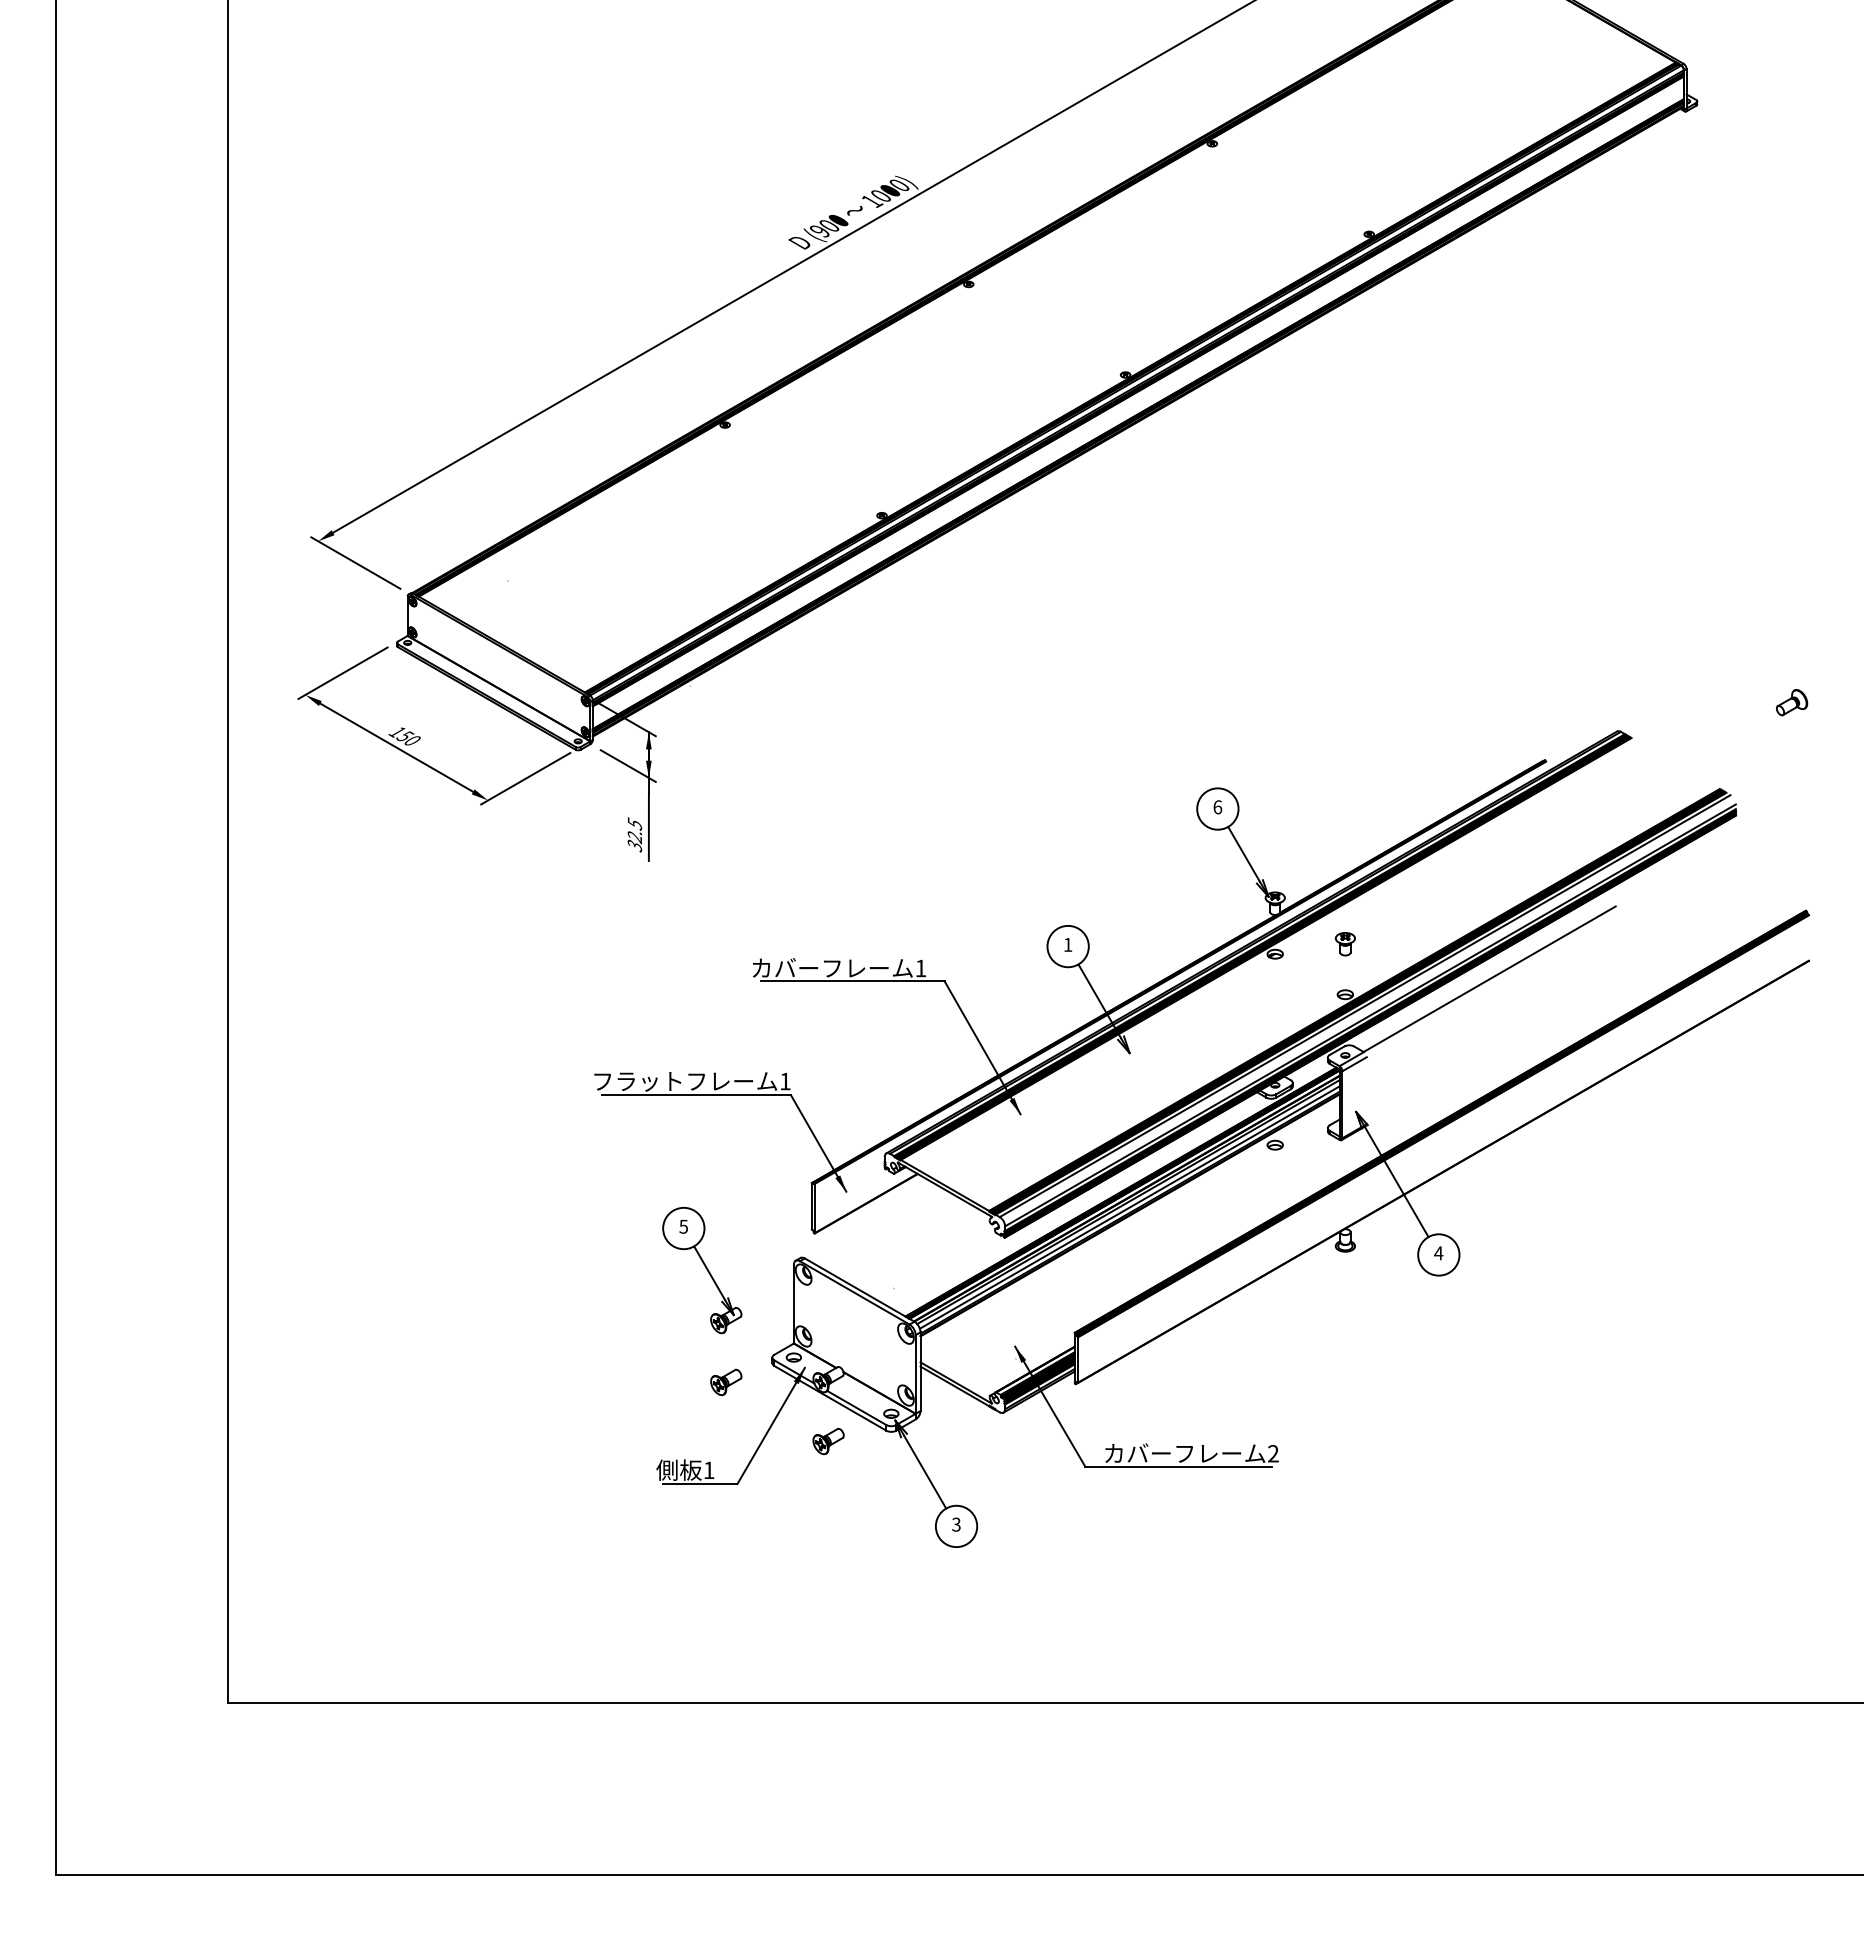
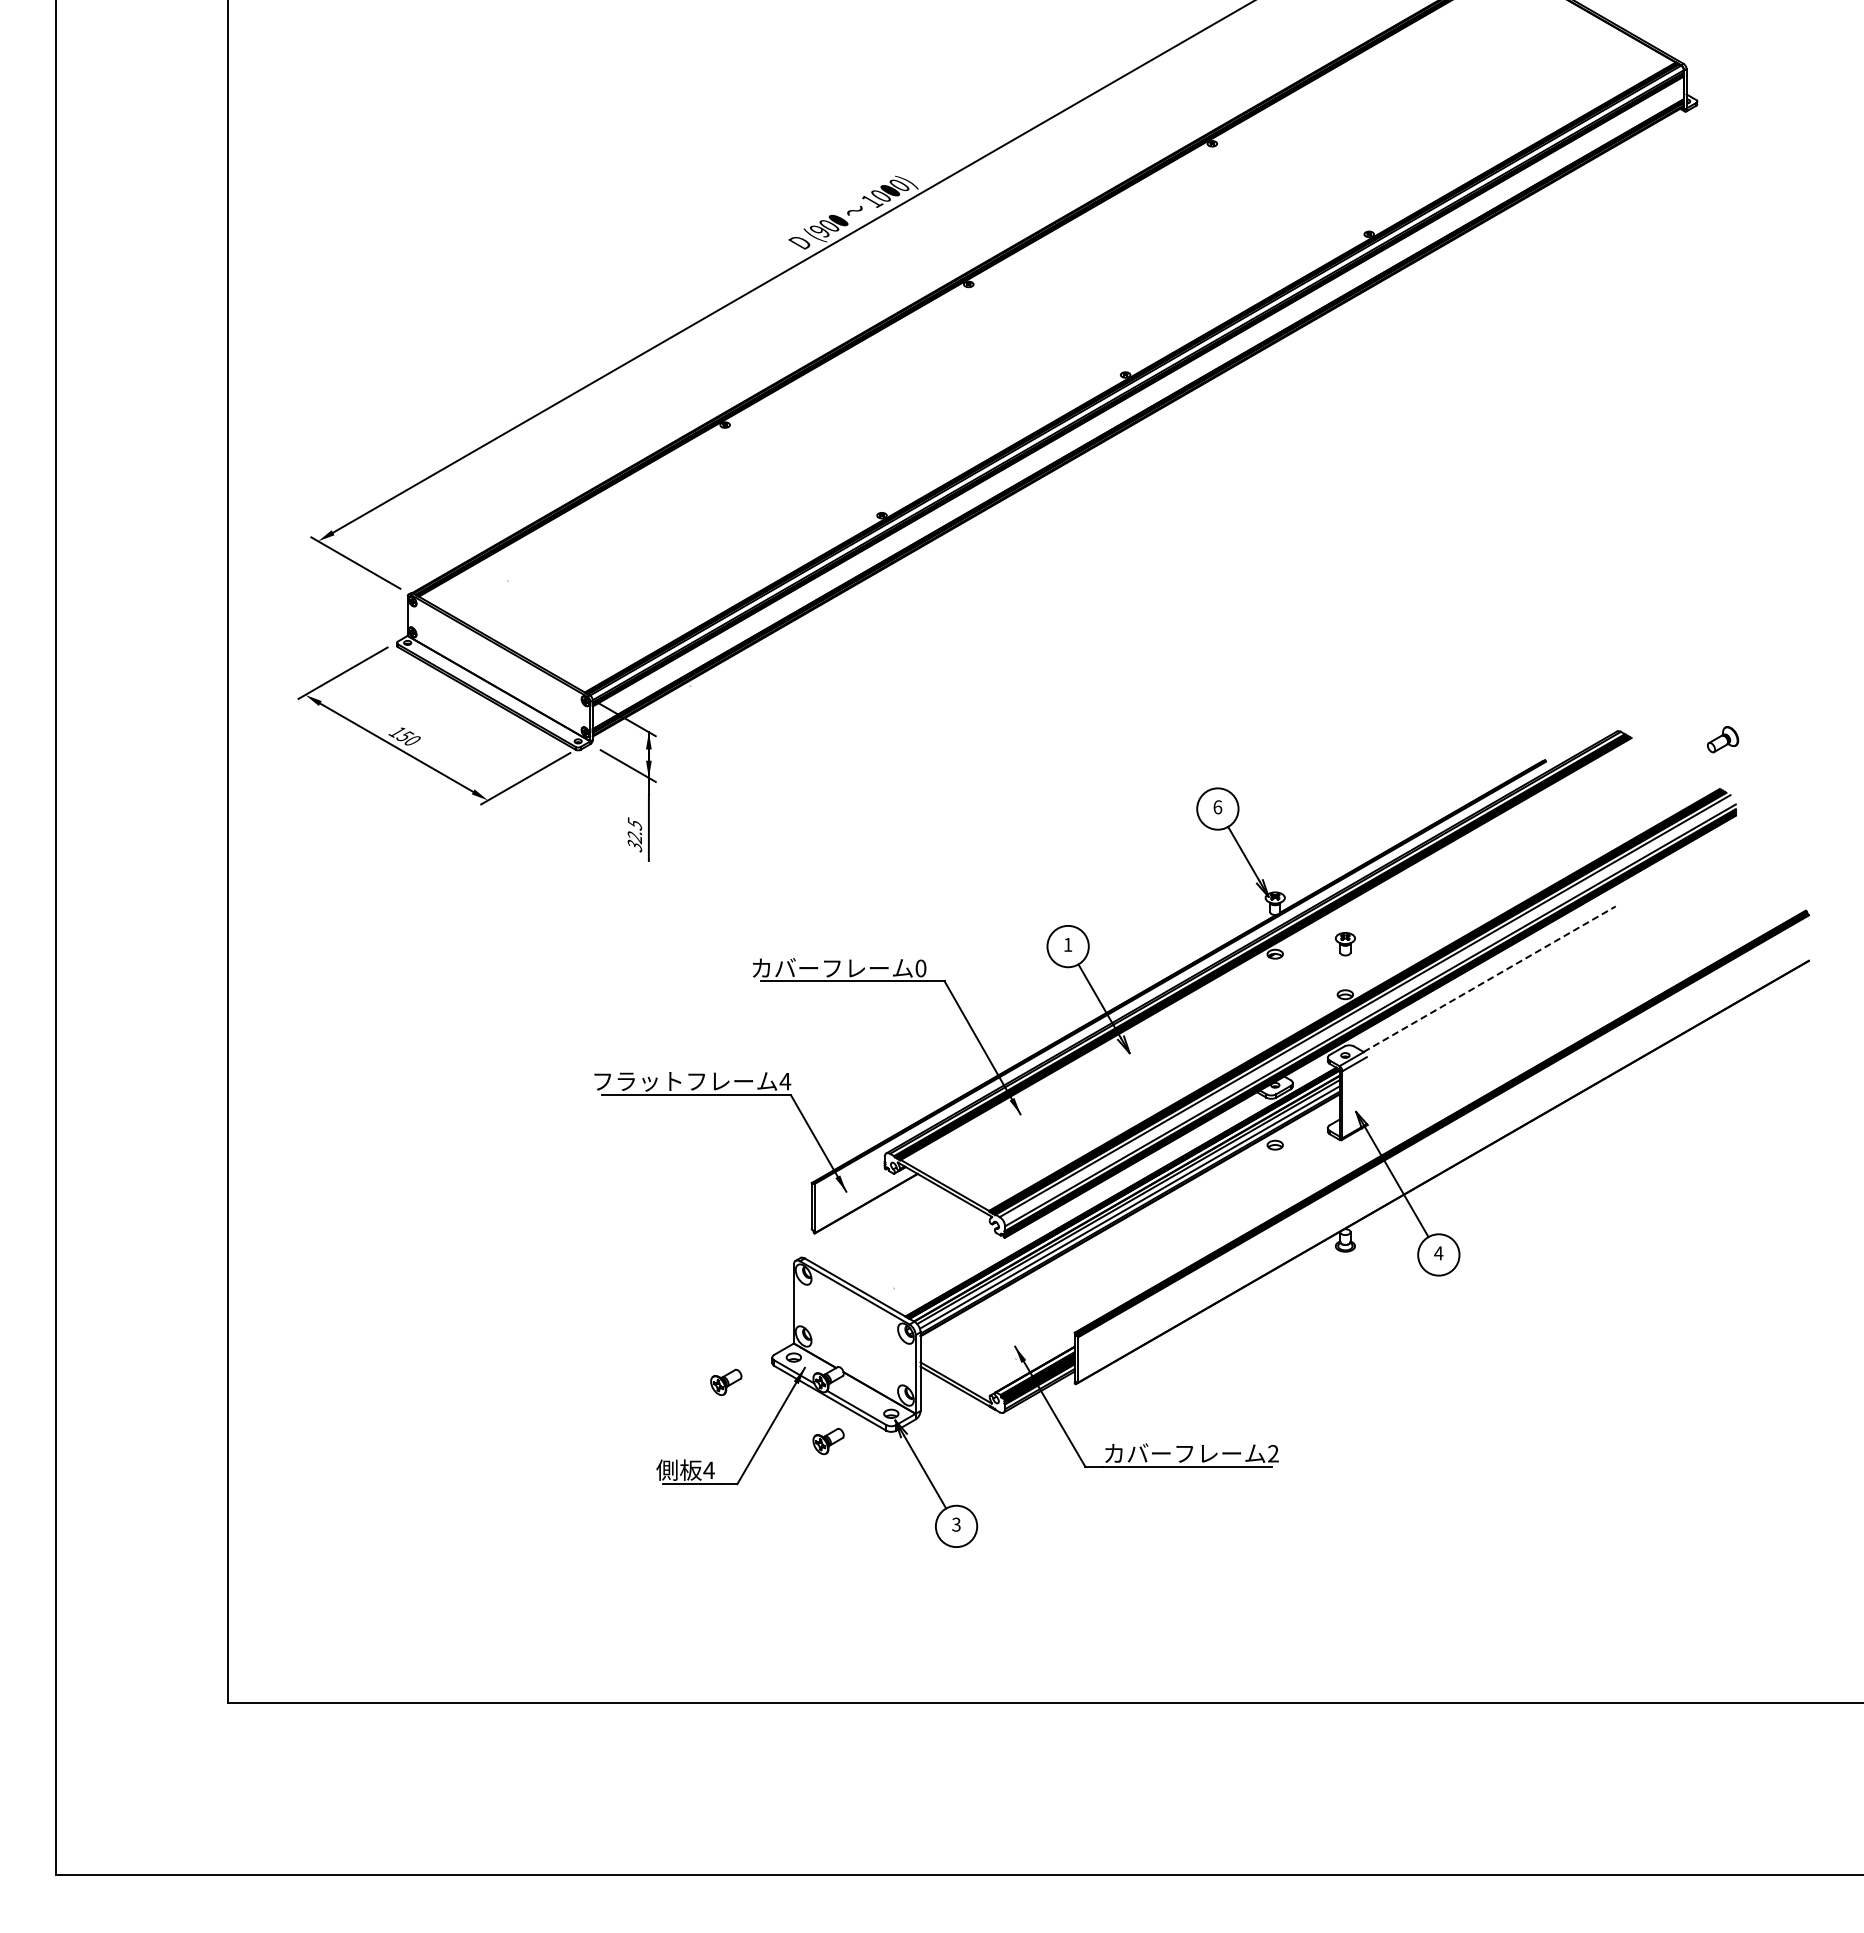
part at (1792, 702) position: (1792, 702) -> (1723, 739)
text at (920, 968): 1 -> 0
line at (1489, 979): solid -> dashed
text at (785, 1081): 1 -> 4
part at (702, 1270): present -> none
text at (708, 1469): 1 -> 4
